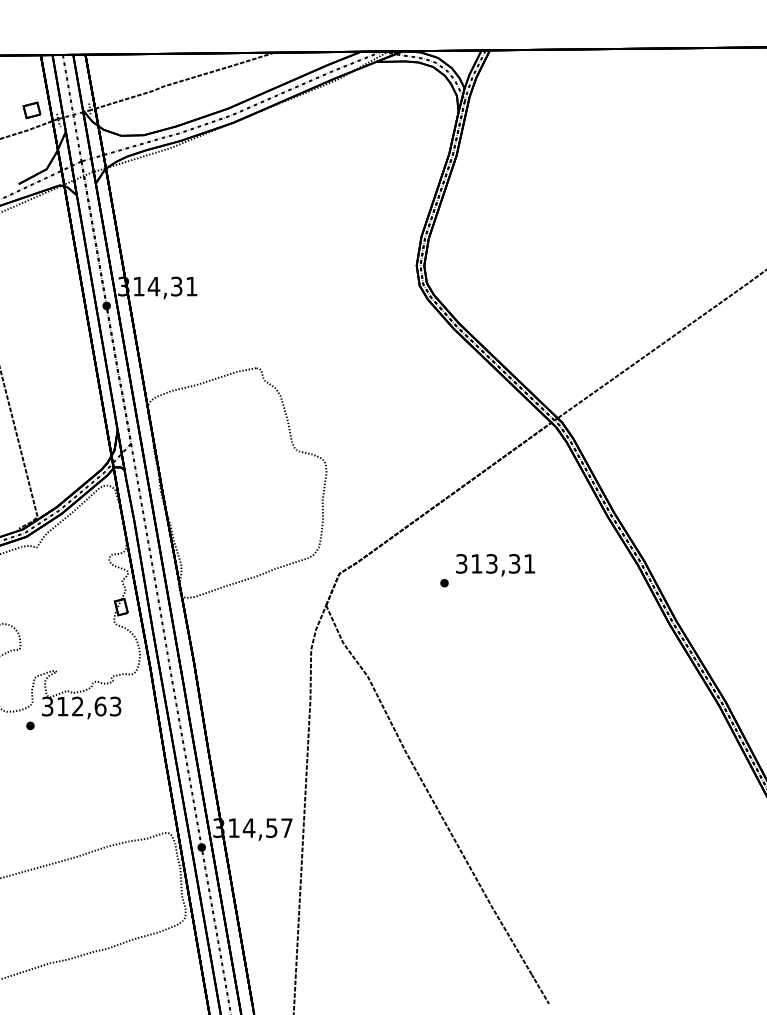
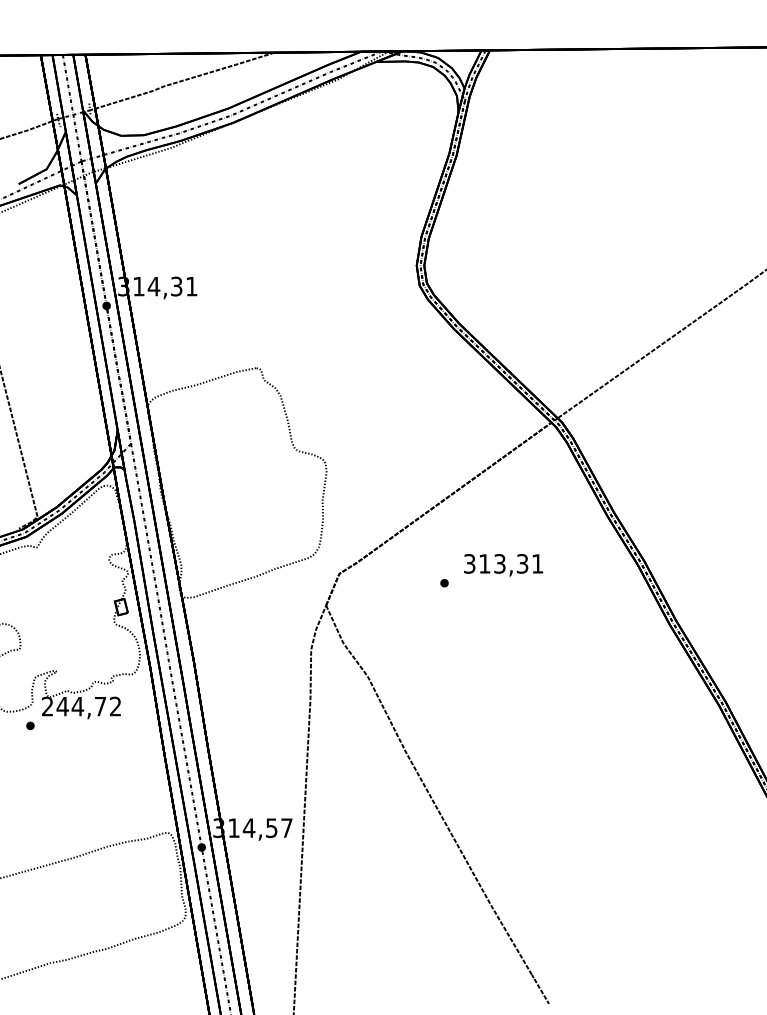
part at (31, 110): present -> none
text at (495, 565) position: (495, 565) -> (503, 565)
text at (81, 706): 312,63 -> 244,72
